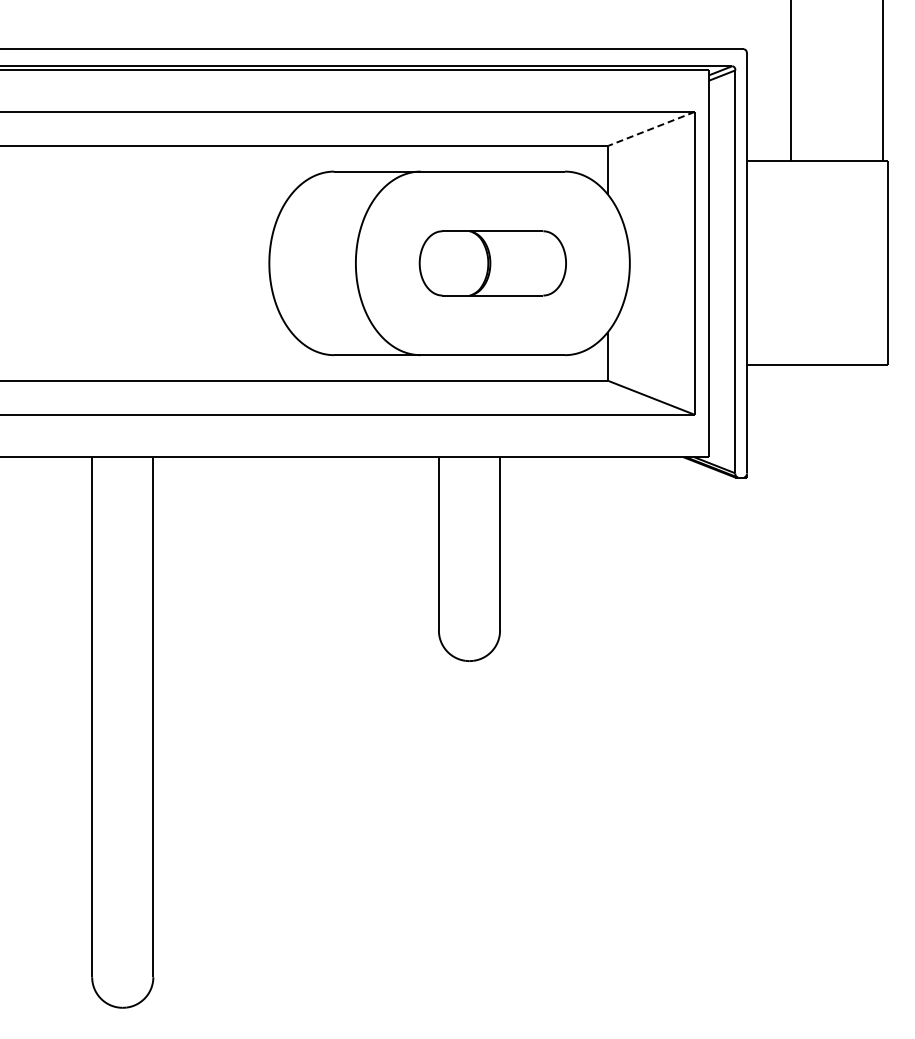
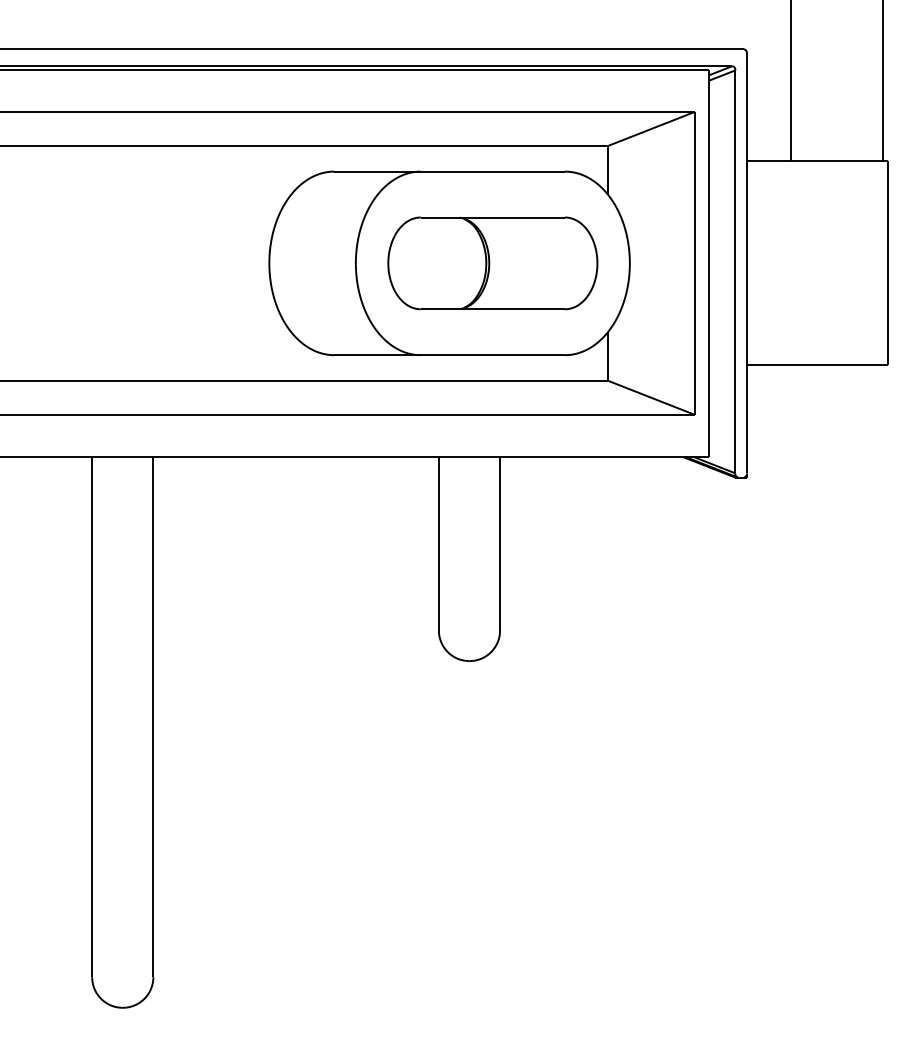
line at (651, 129): dashed -> solid
part at (492, 263) size: 149x67 px -> 212x95 px
